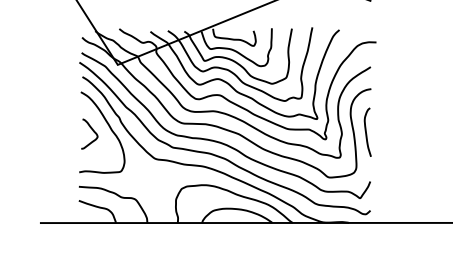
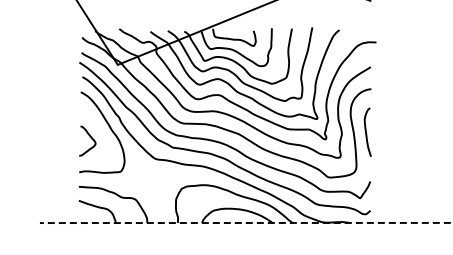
curve at (93, 132) position: (93, 132) -> (91, 139)
line at (245, 223): solid -> dashed
